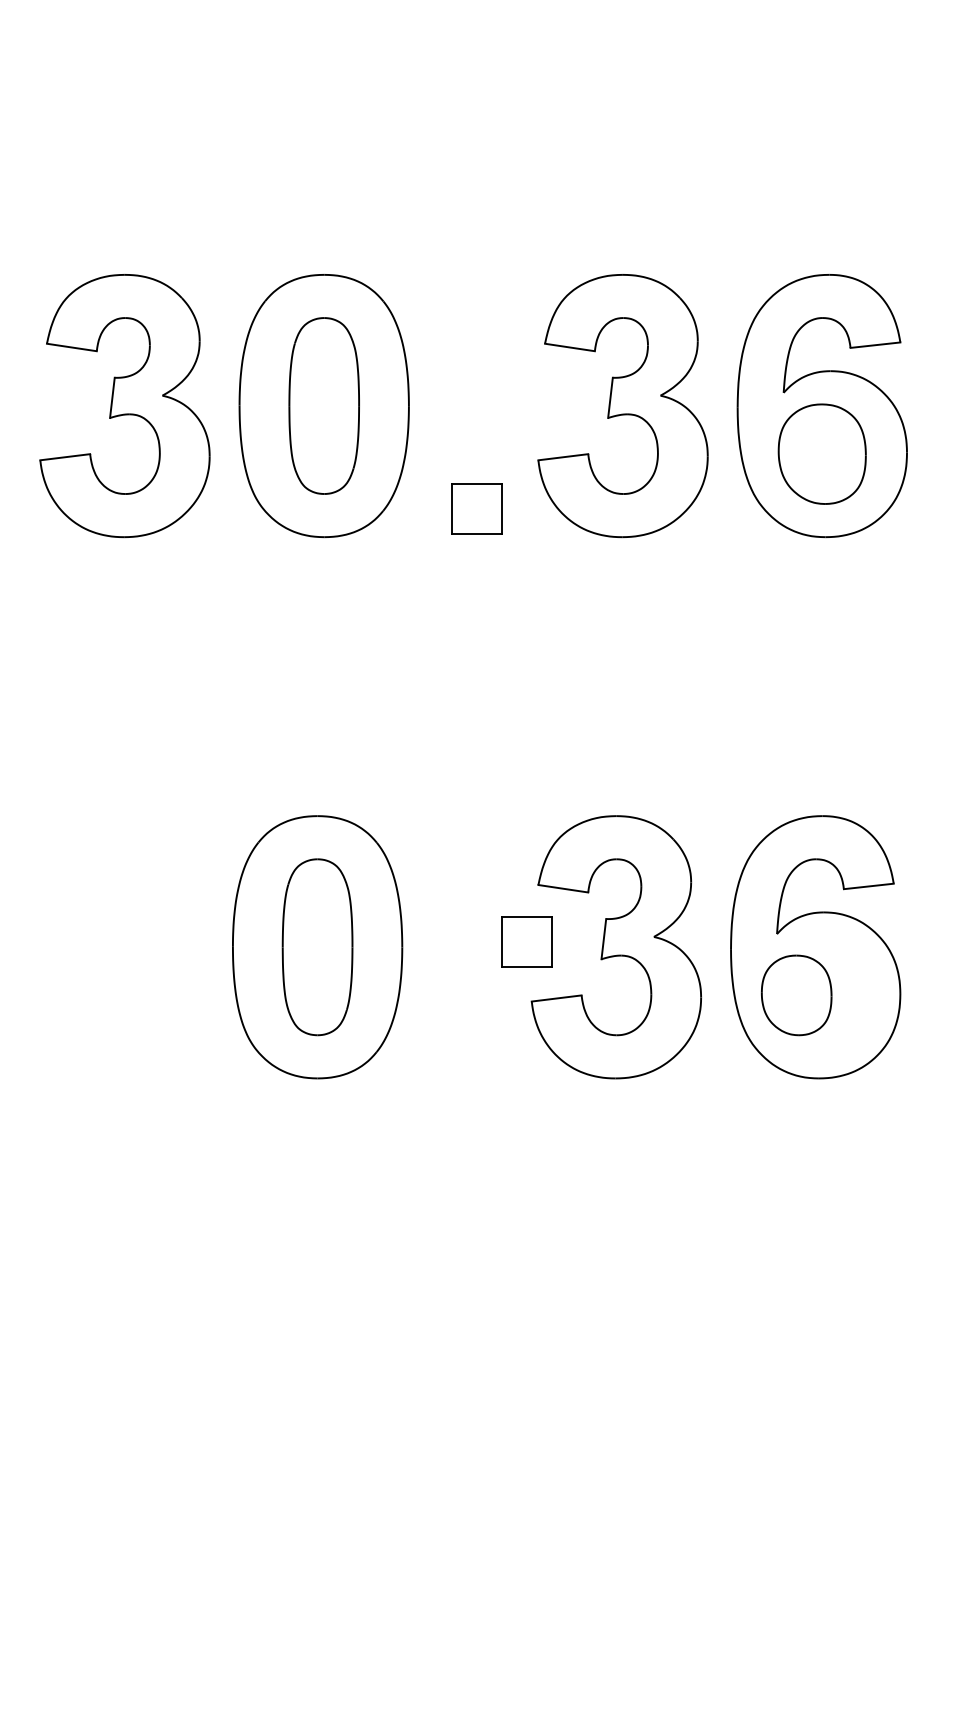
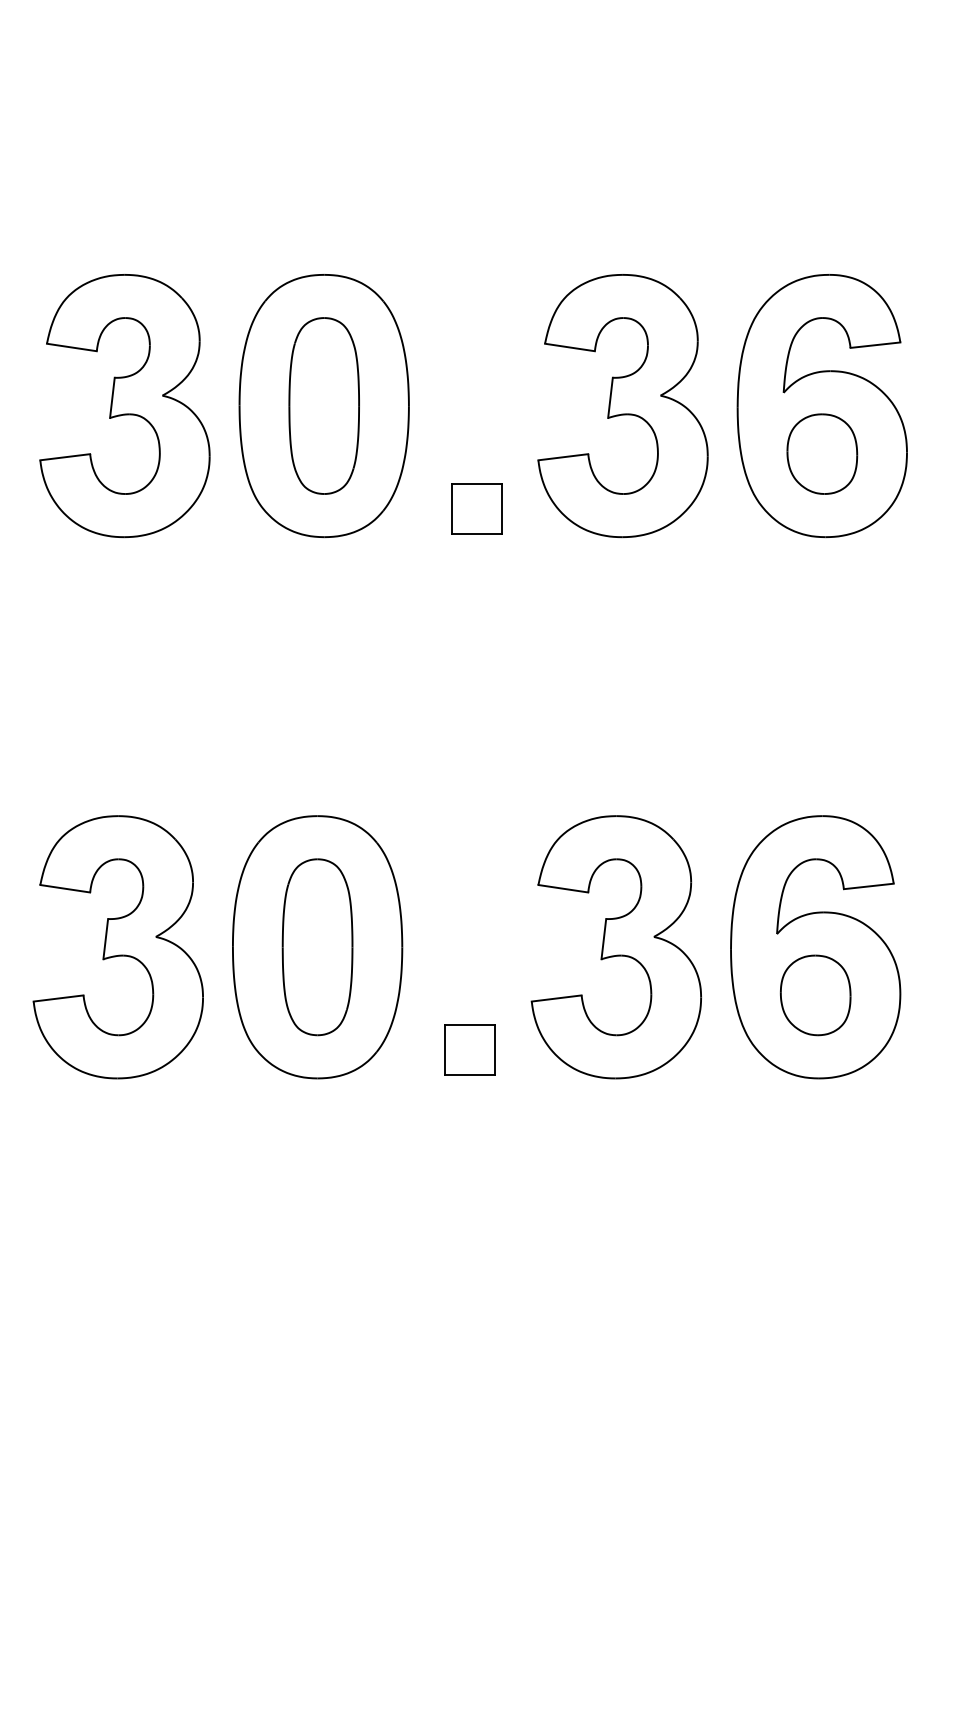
part at (821, 453) size: 90x102 px -> 73x82 px
part at (526, 941) position: (526, 941) -> (469, 1049)
part at (117, 947): none -> present
part at (796, 995) position: (796, 995) -> (815, 995)
